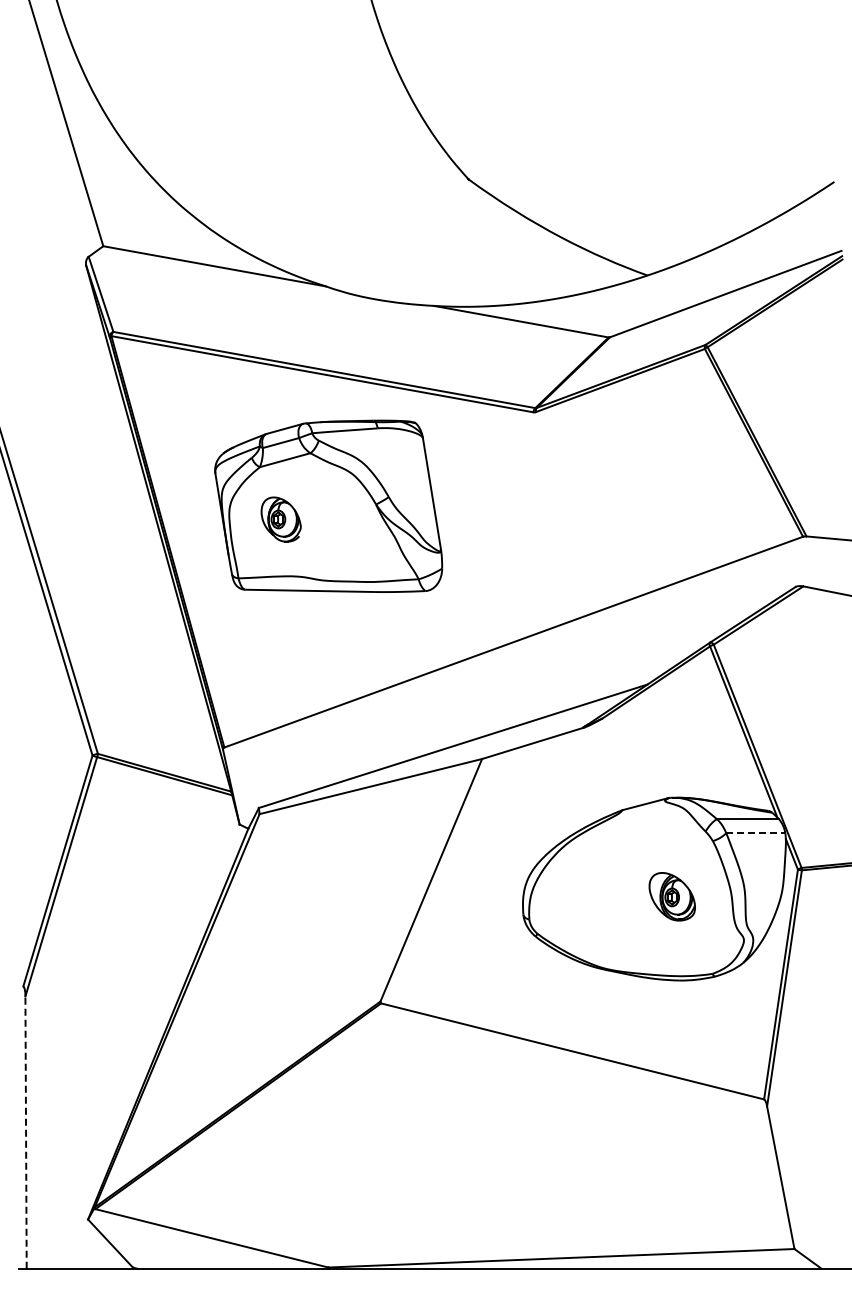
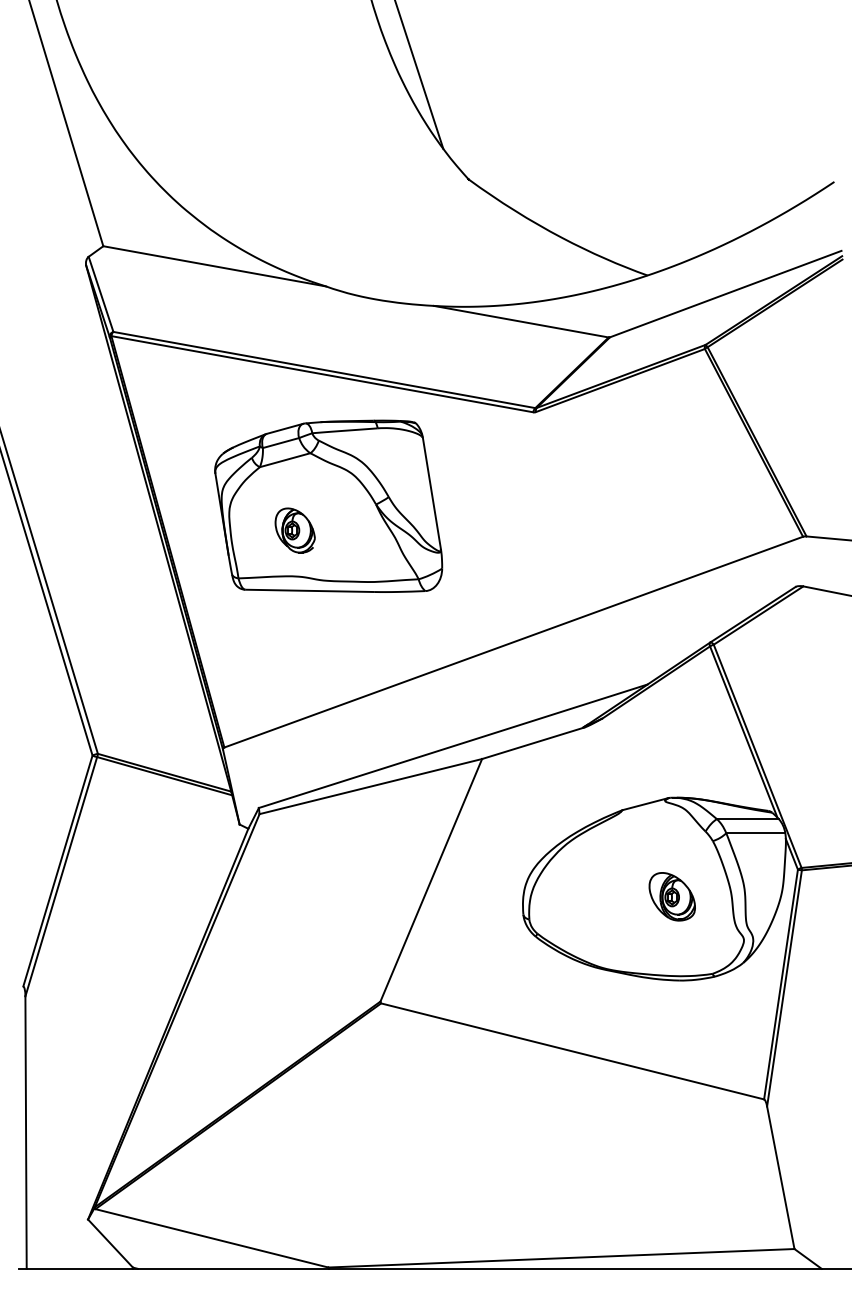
line at (419, 75): none -> present
part at (280, 519) position: (280, 519) -> (294, 530)
line at (755, 833): dashed -> solid
line at (26, 1132): dashed -> solid
